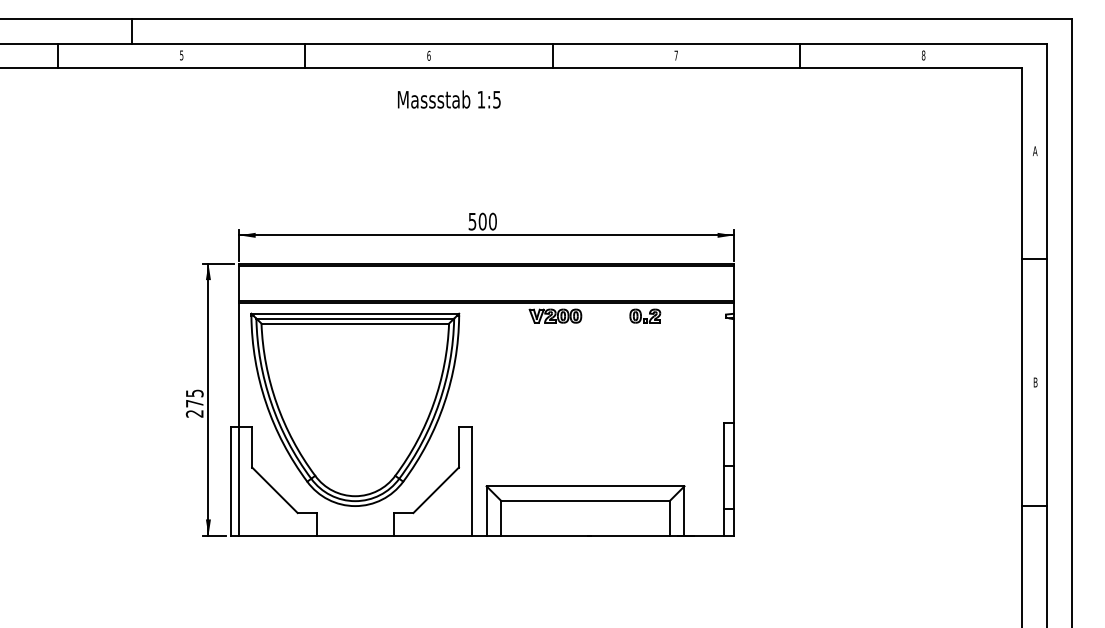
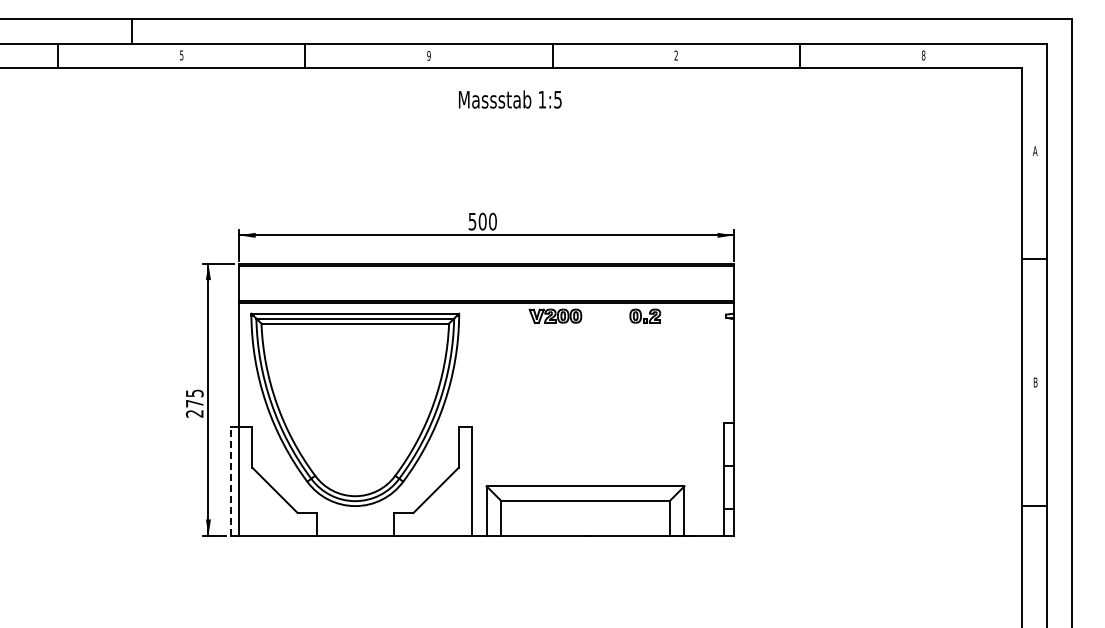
text at (428, 55): 6 -> 9
text at (675, 55): 7 -> 2
text at (449, 99) position: (449, 99) -> (510, 99)
line at (231, 480): solid -> dashed
